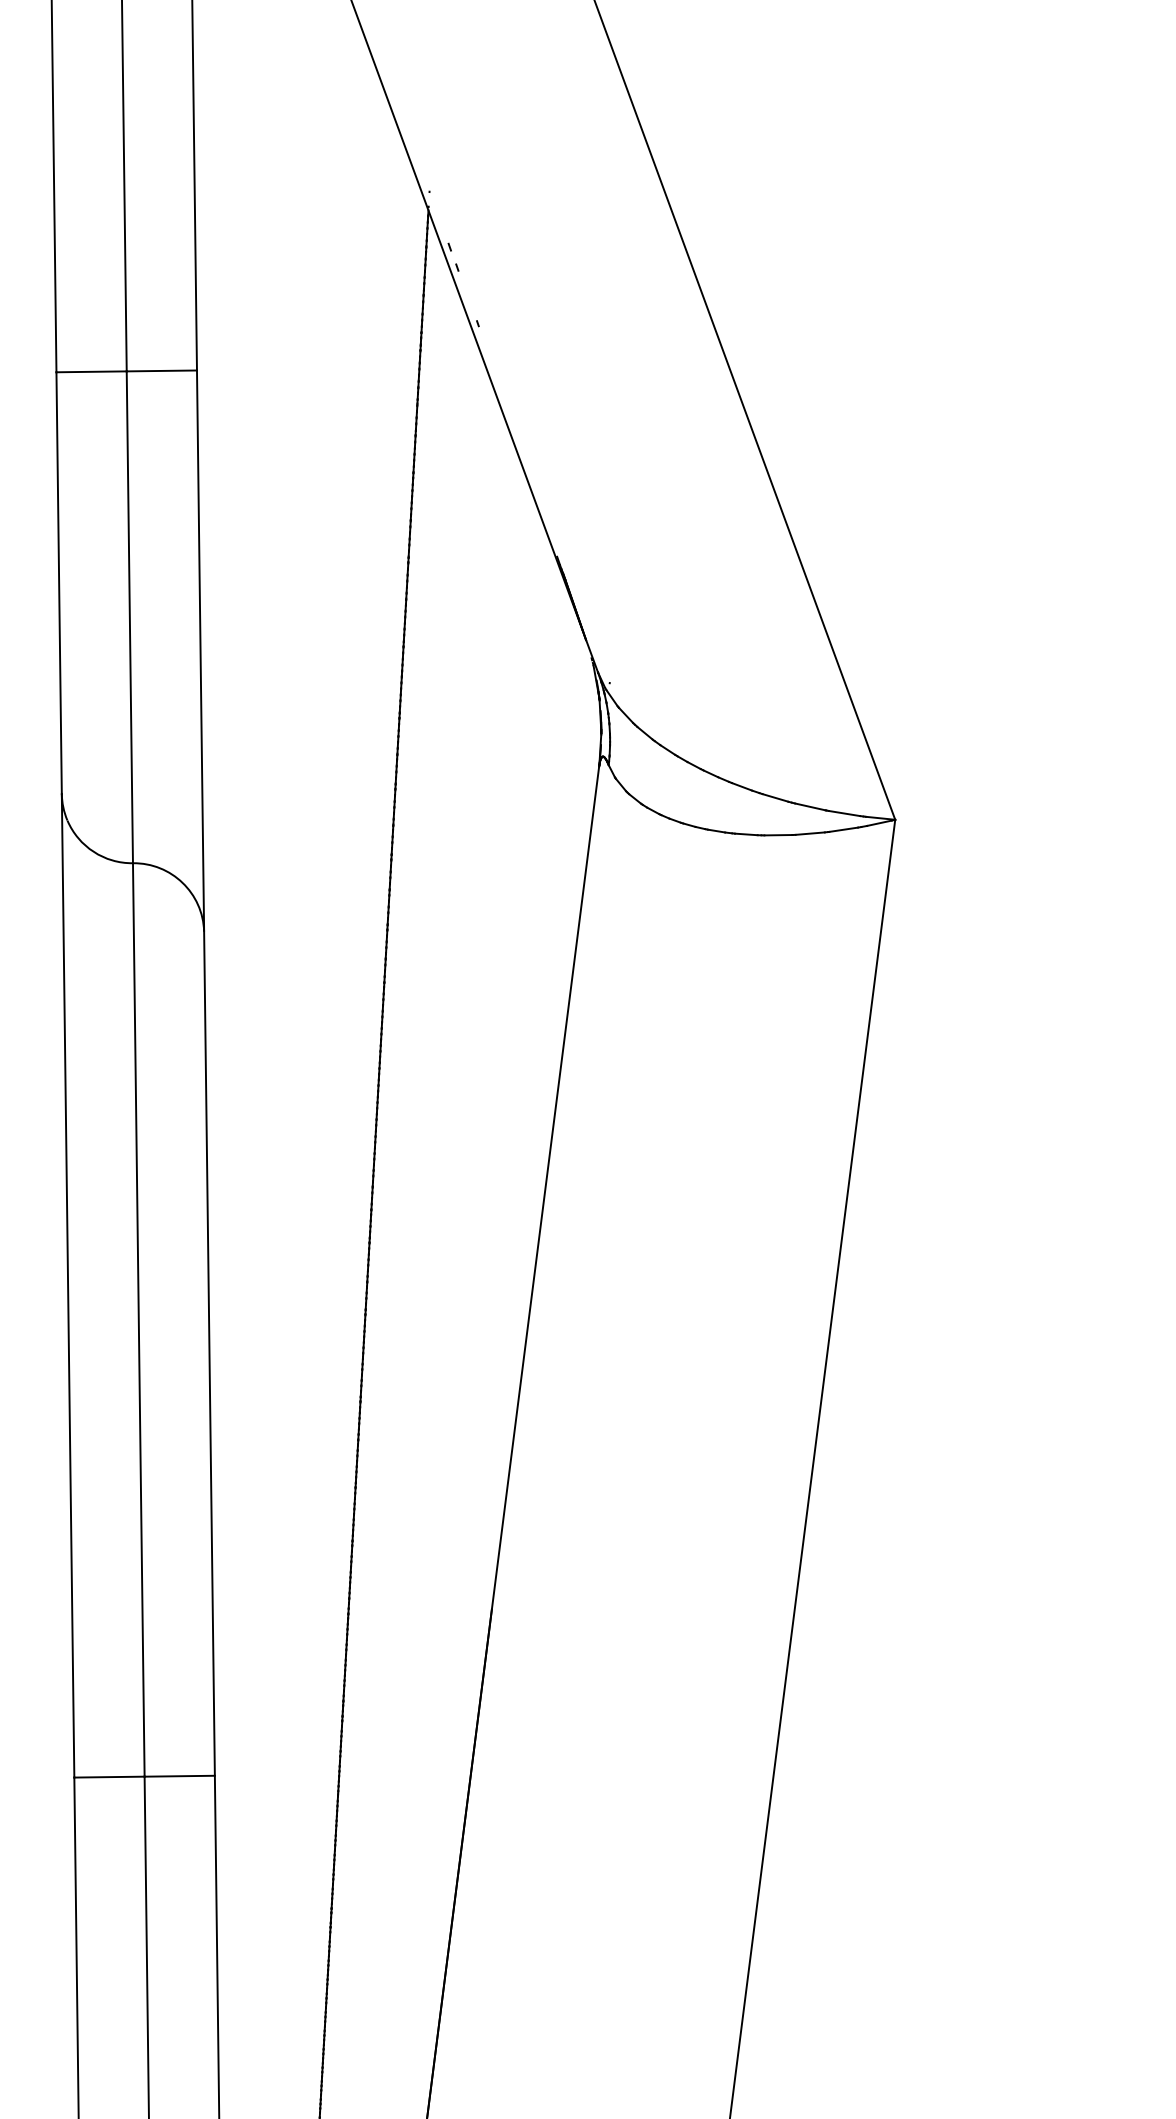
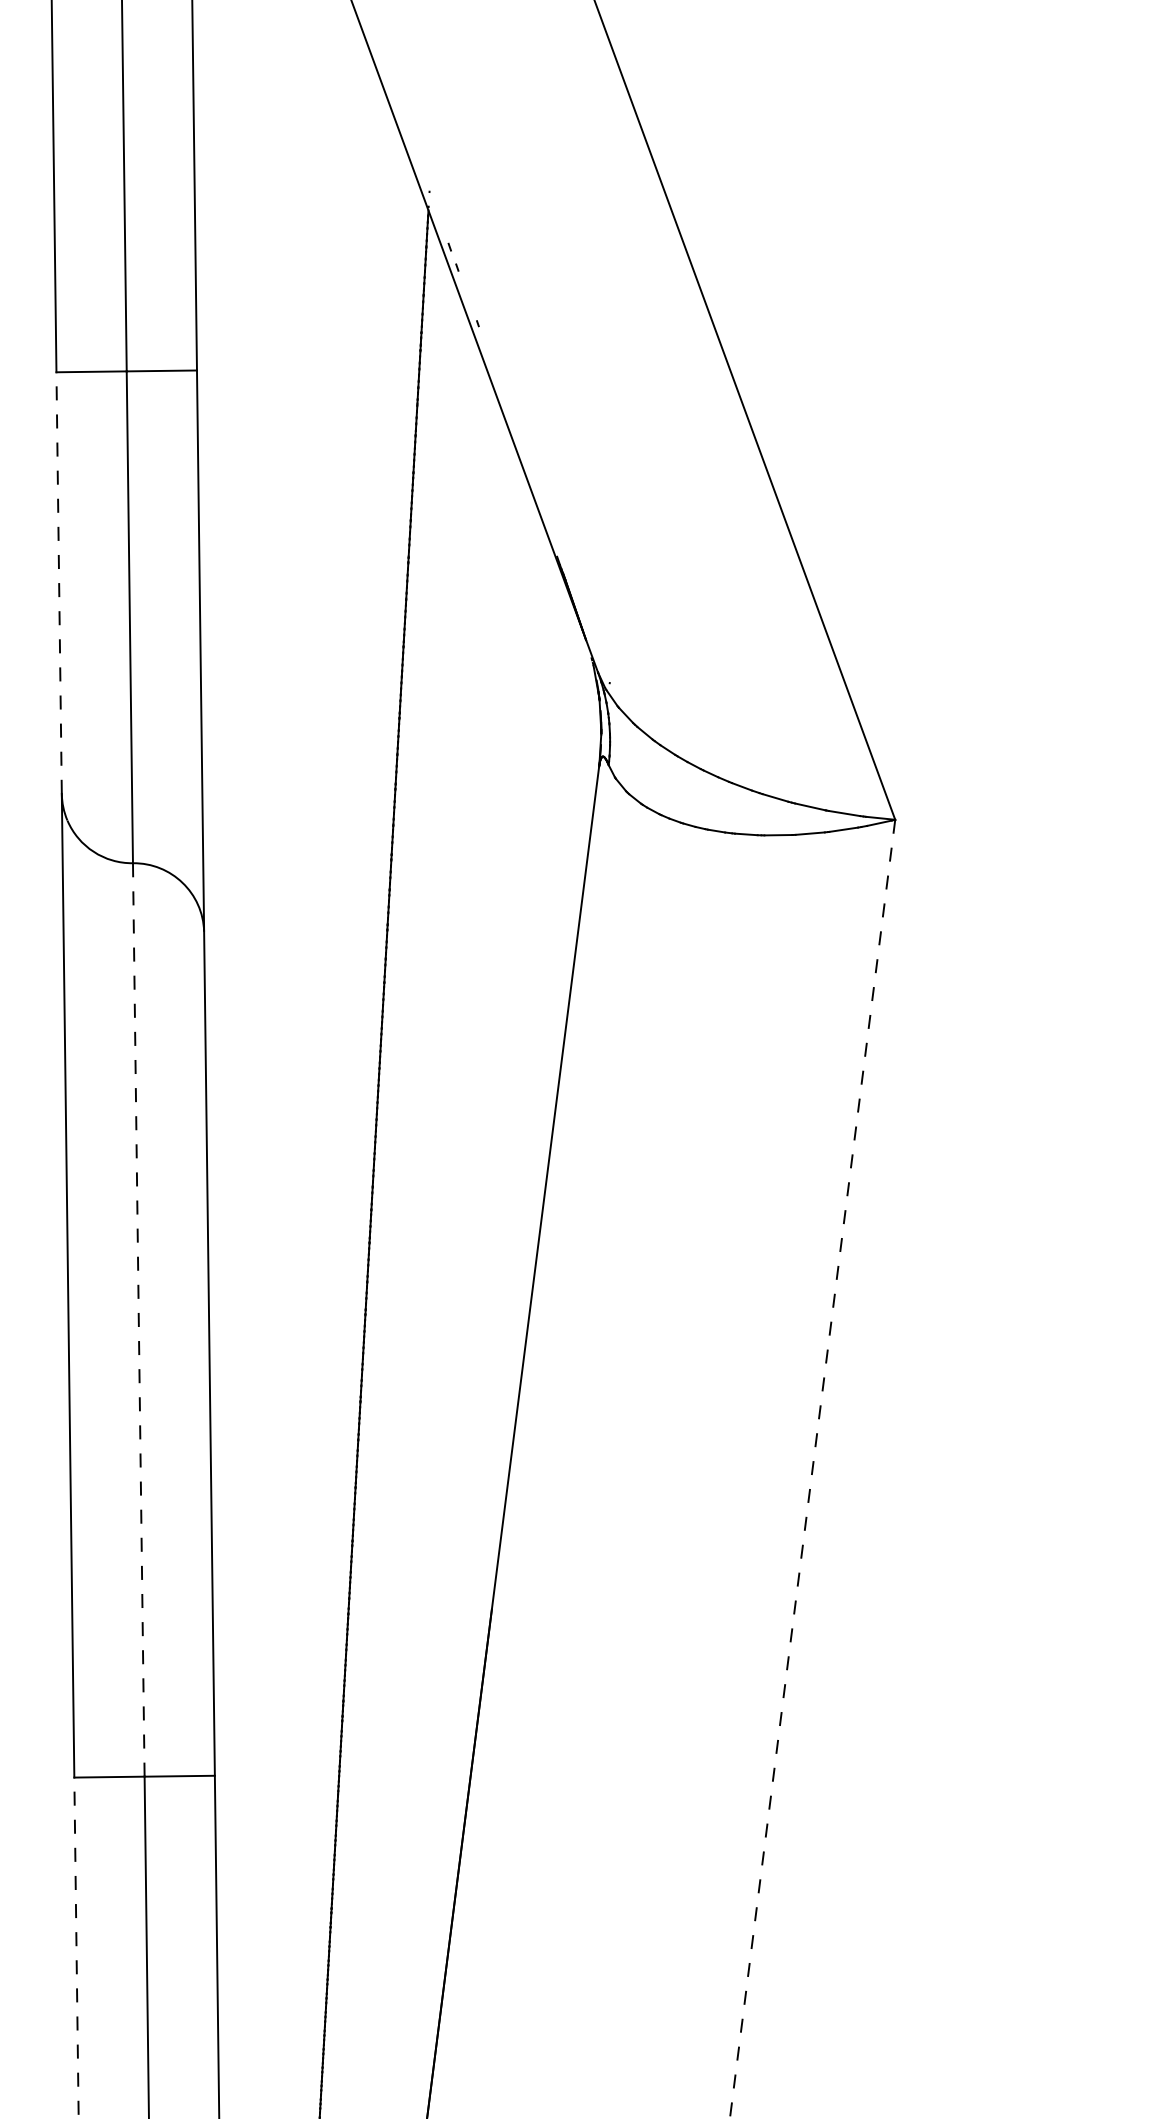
line at (59, 583): solid -> dashed
line at (138, 1319): solid -> dashed
line at (812, 1469): solid -> dashed
line at (76, 1947): solid -> dashed
